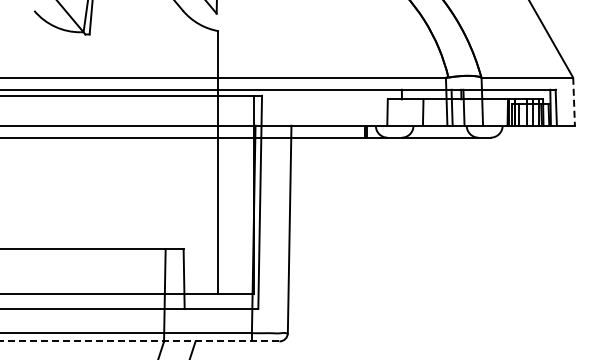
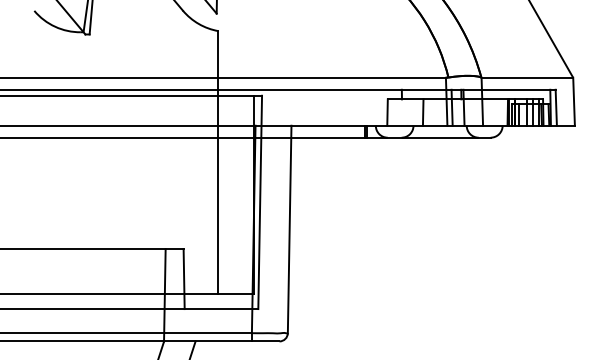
line at (574, 101): dashed -> solid
line at (139, 341): dashed -> solid
